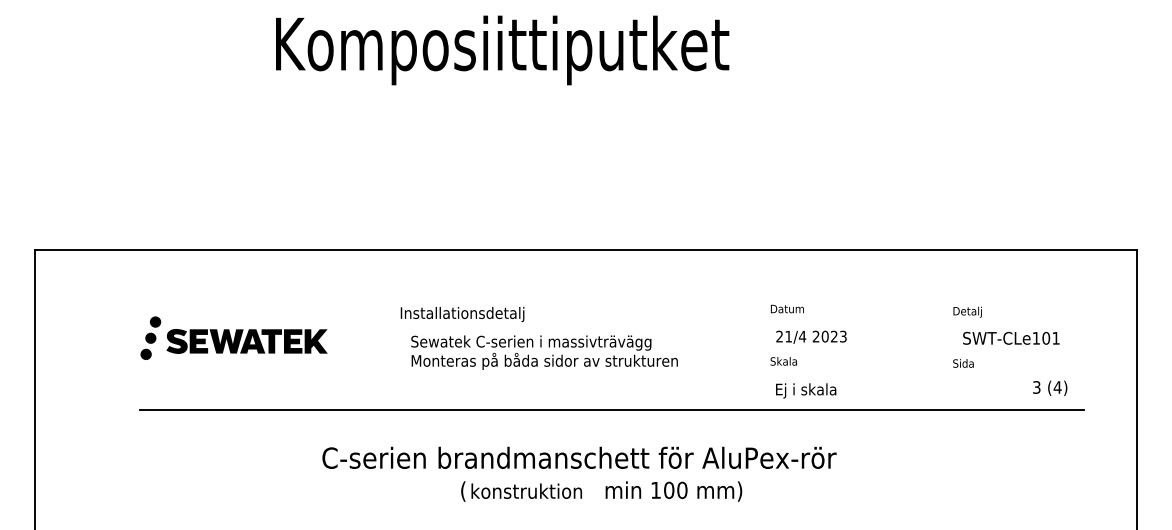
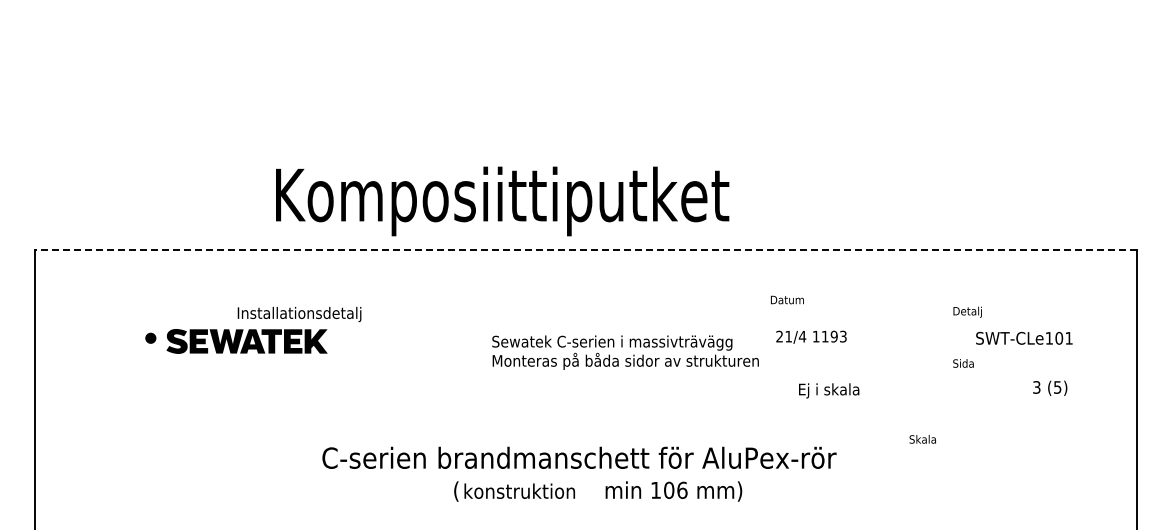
text at (502, 50) position: (502, 50) -> (502, 201)
line at (586, 250): solid -> dashed
text at (787, 308) position: (787, 308) -> (787, 299)
text at (462, 314) position: (462, 314) -> (299, 314)
fill at (155, 321): present -> none
text at (824, 336): 2023 -> 1193
text at (1011, 337) position: (1011, 337) -> (1024, 337)
text at (544, 352) position: (544, 352) -> (625, 352)
fill at (145, 354): present -> none
text at (783, 361) position: (783, 361) -> (922, 439)
text at (1057, 387): (4) -> (5)
text at (806, 390) position: (806, 390) -> (829, 390)
line at (611, 409): present -> none
text at (682, 489): 100 -> 106
text at (521, 491) position: (521, 491) -> (514, 491)
